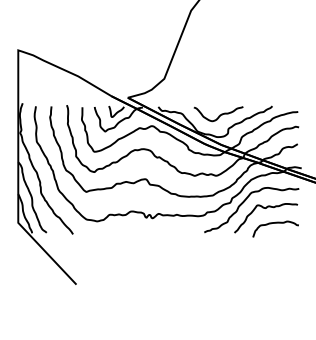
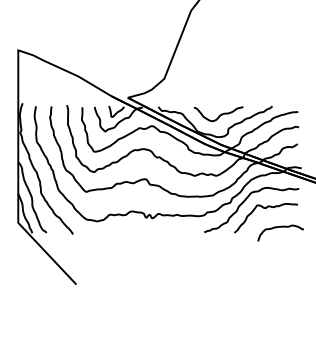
curve at (275, 223) position: (275, 223) -> (280, 227)
